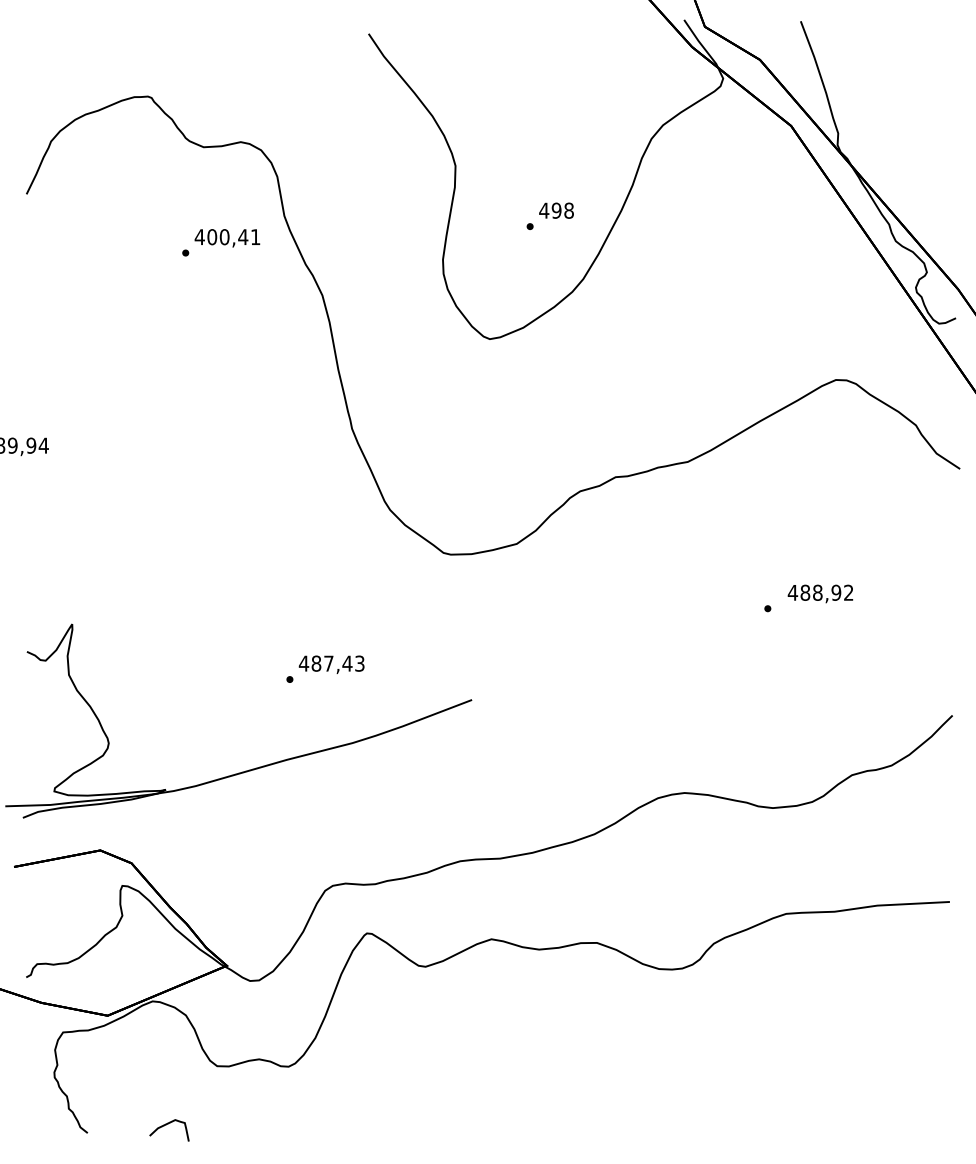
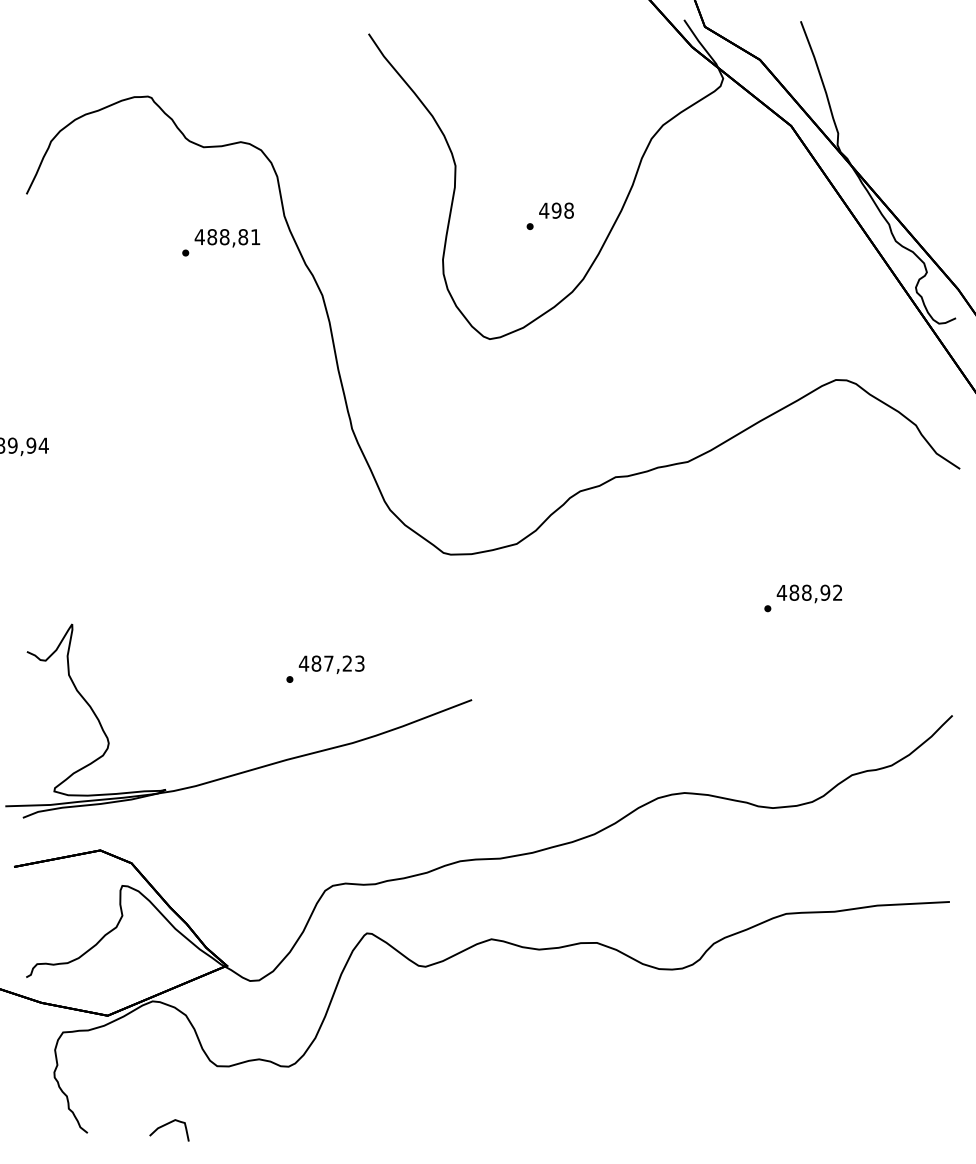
text at (227, 237): 400,41 -> 488,81
text at (820, 593) position: (820, 593) -> (809, 593)
text at (347, 663): 487,43 -> 487,23
